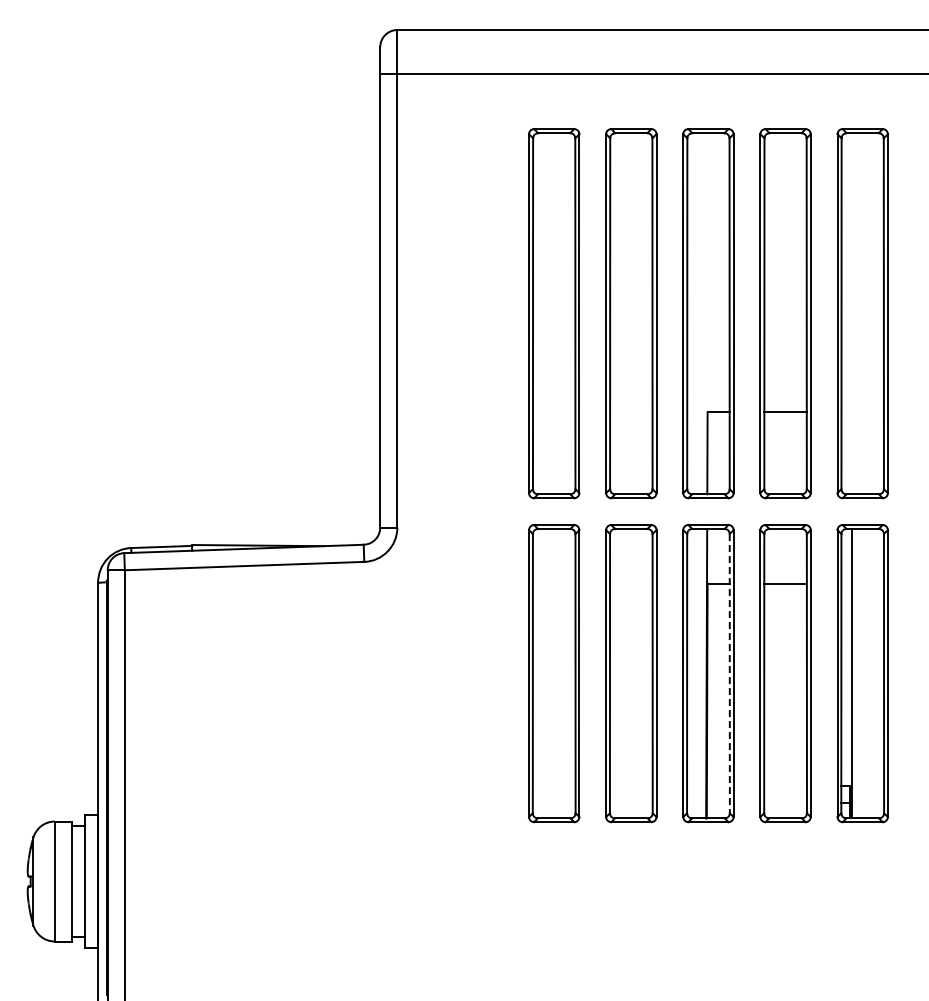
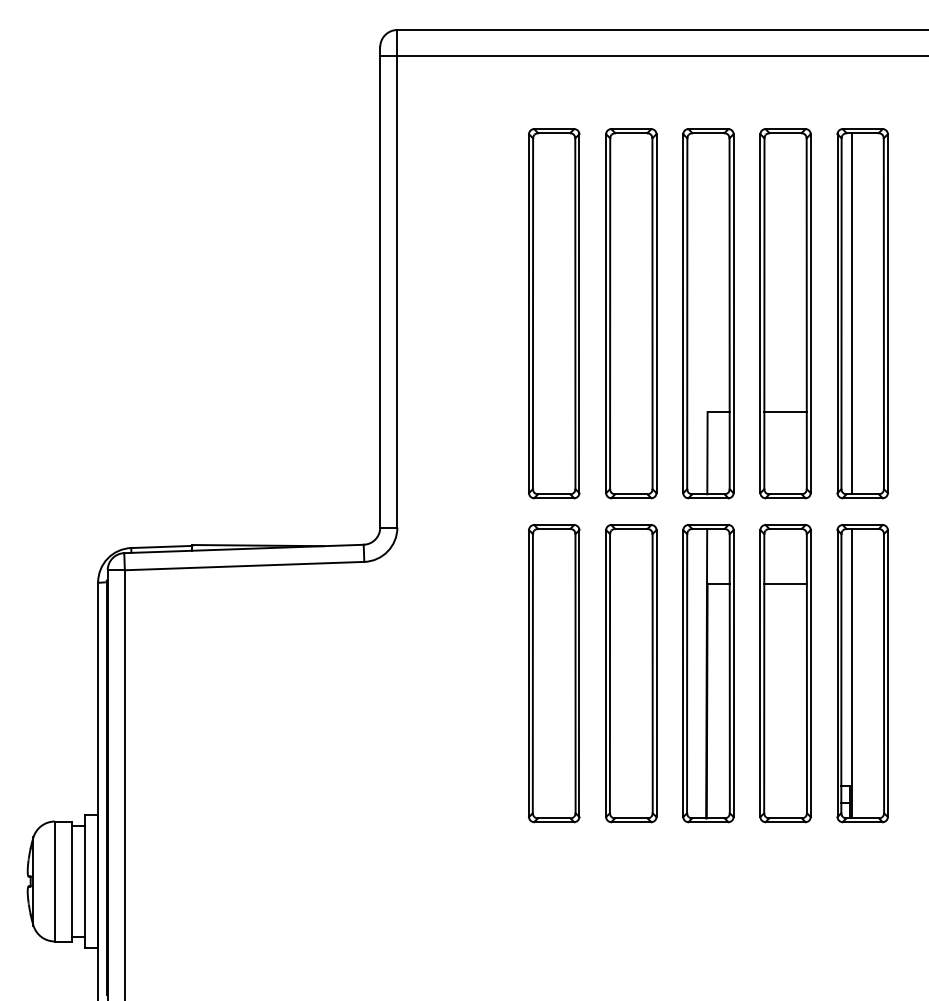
line at (652, 73) position: (652, 73) -> (652, 55)
line at (851, 313): none -> present
line at (729, 673): dashed -> solid
